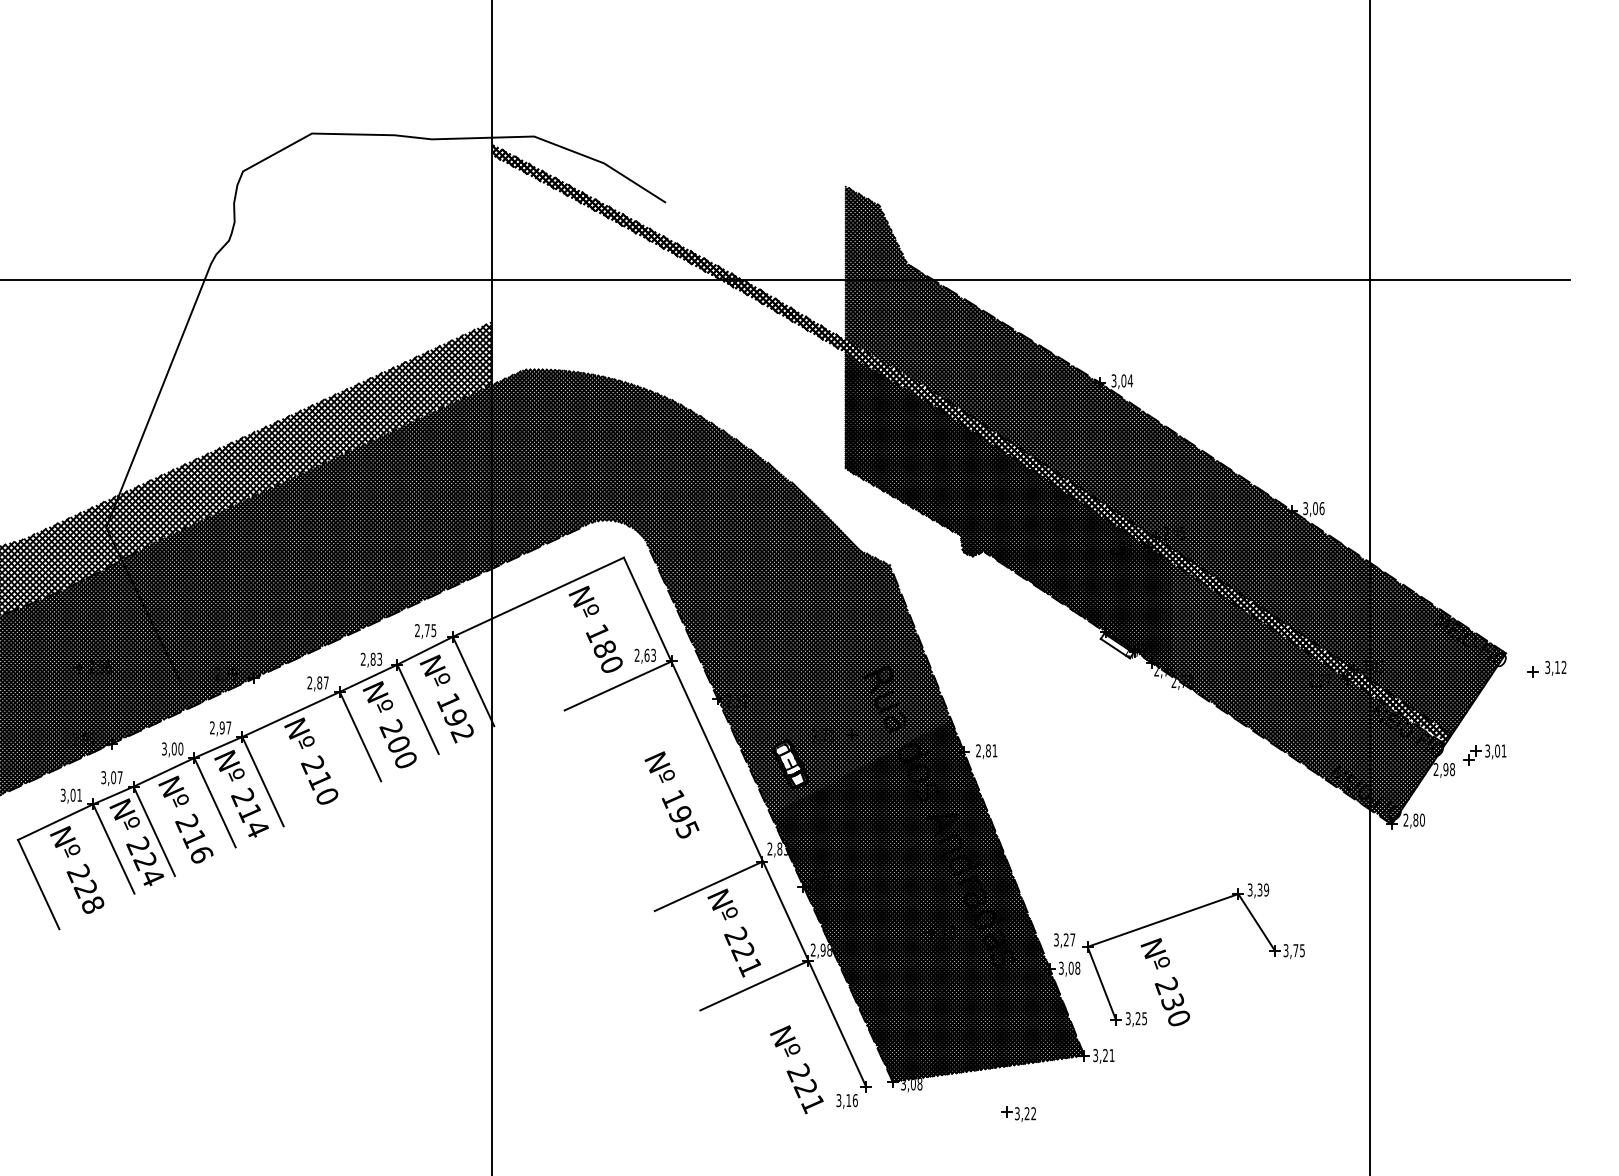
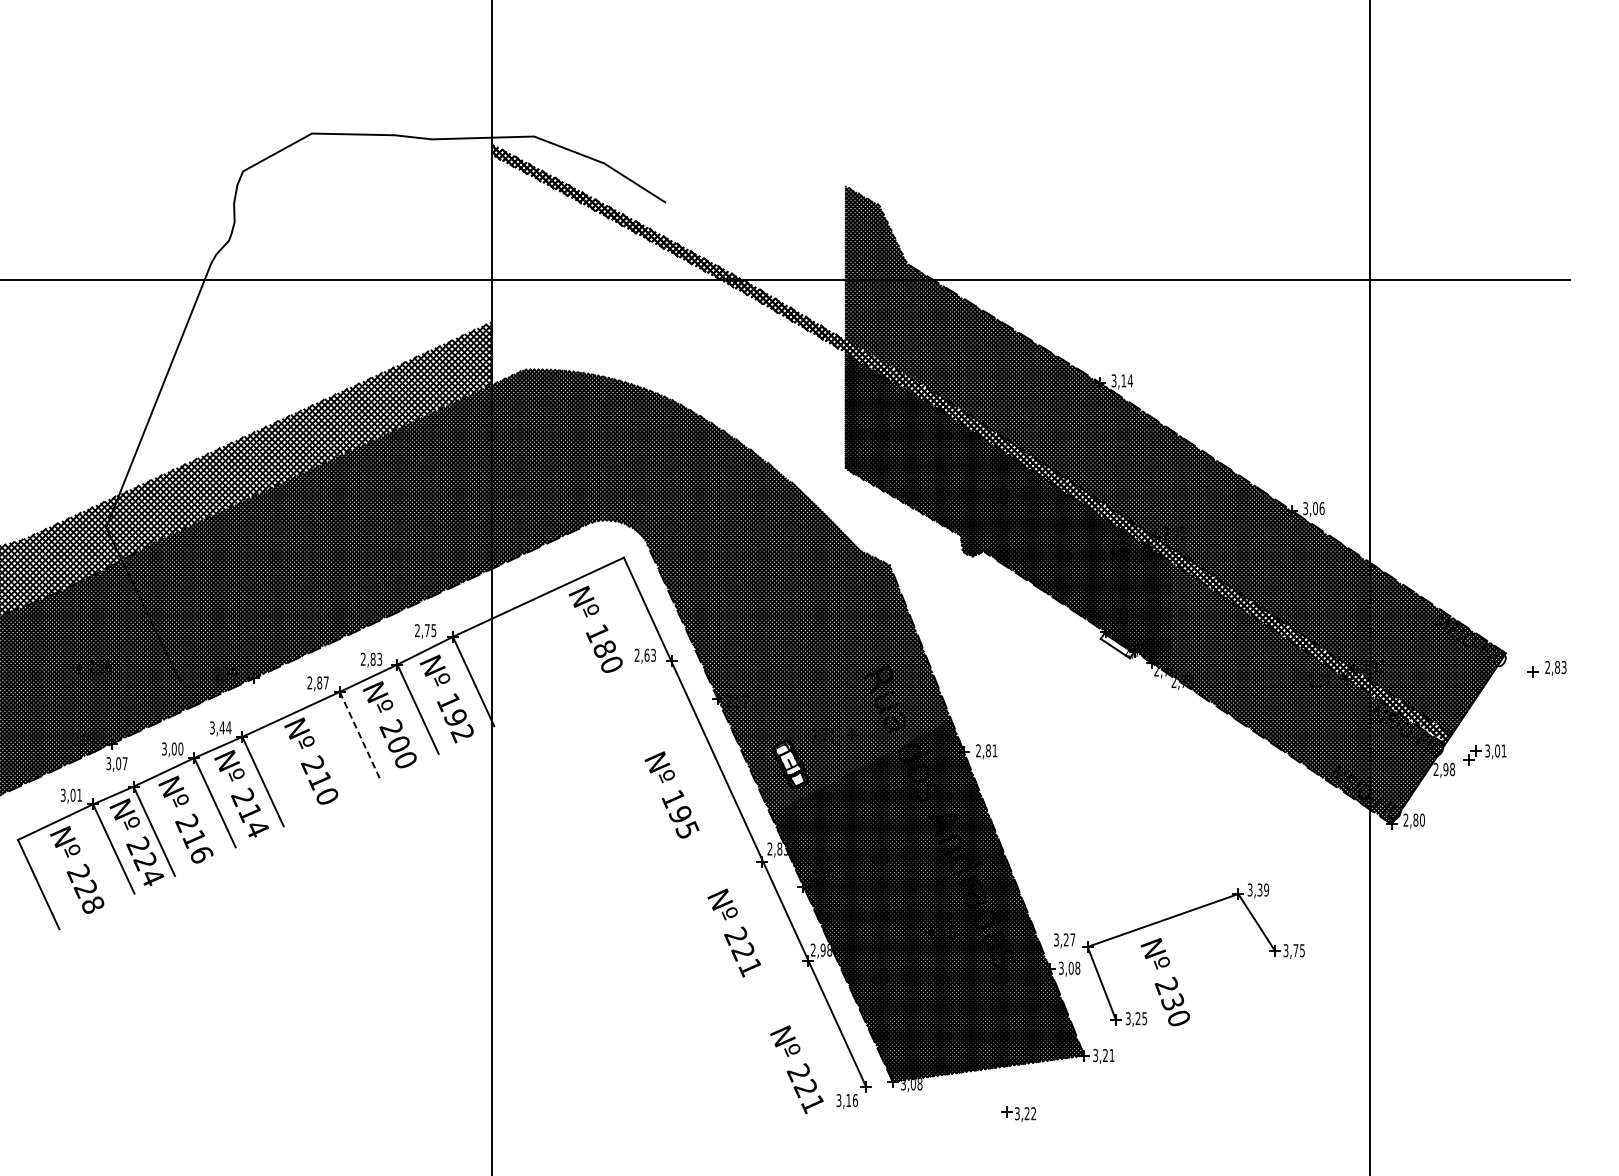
text at (1123, 380): 3,04 -> 3,14
text at (1555, 667): 3,12 -> 2,83
line at (617, 685): present -> none
text at (220, 727): 2,97 -> 3,44
line at (360, 737): solid -> dashed
text at (111, 778) position: (111, 778) -> (116, 764)
line at (708, 886): present -> none
line at (754, 985): present -> none
